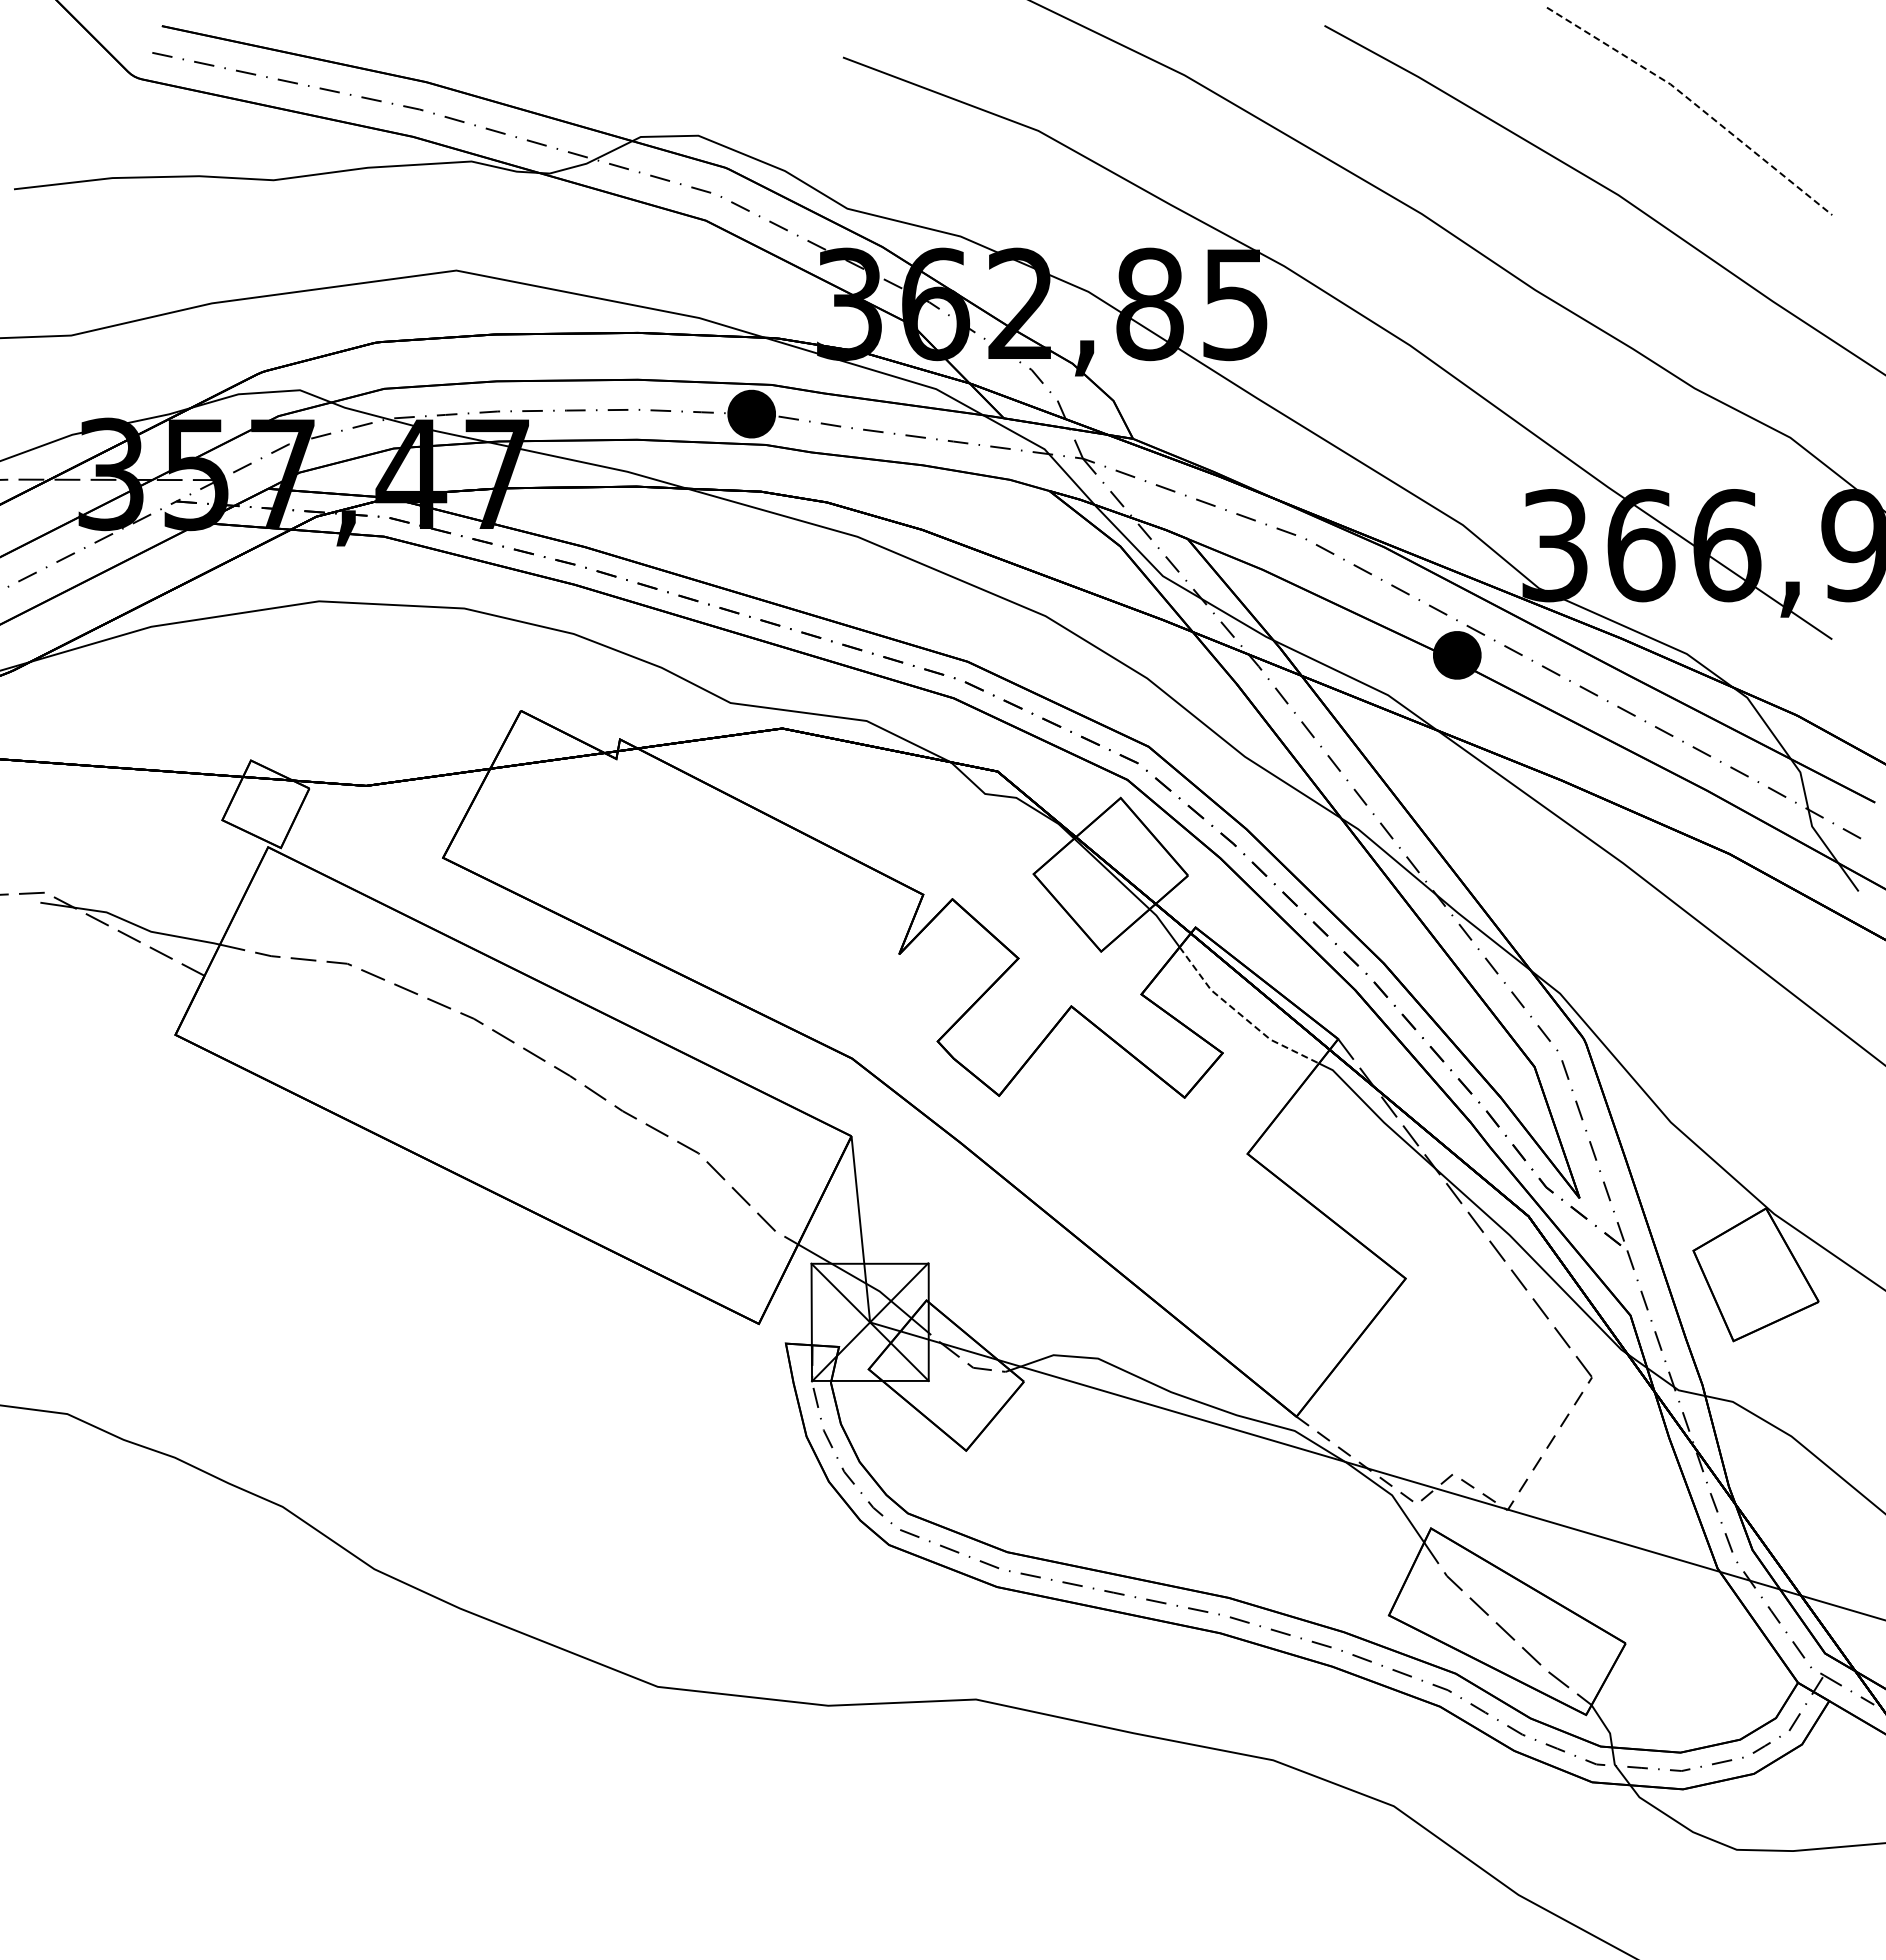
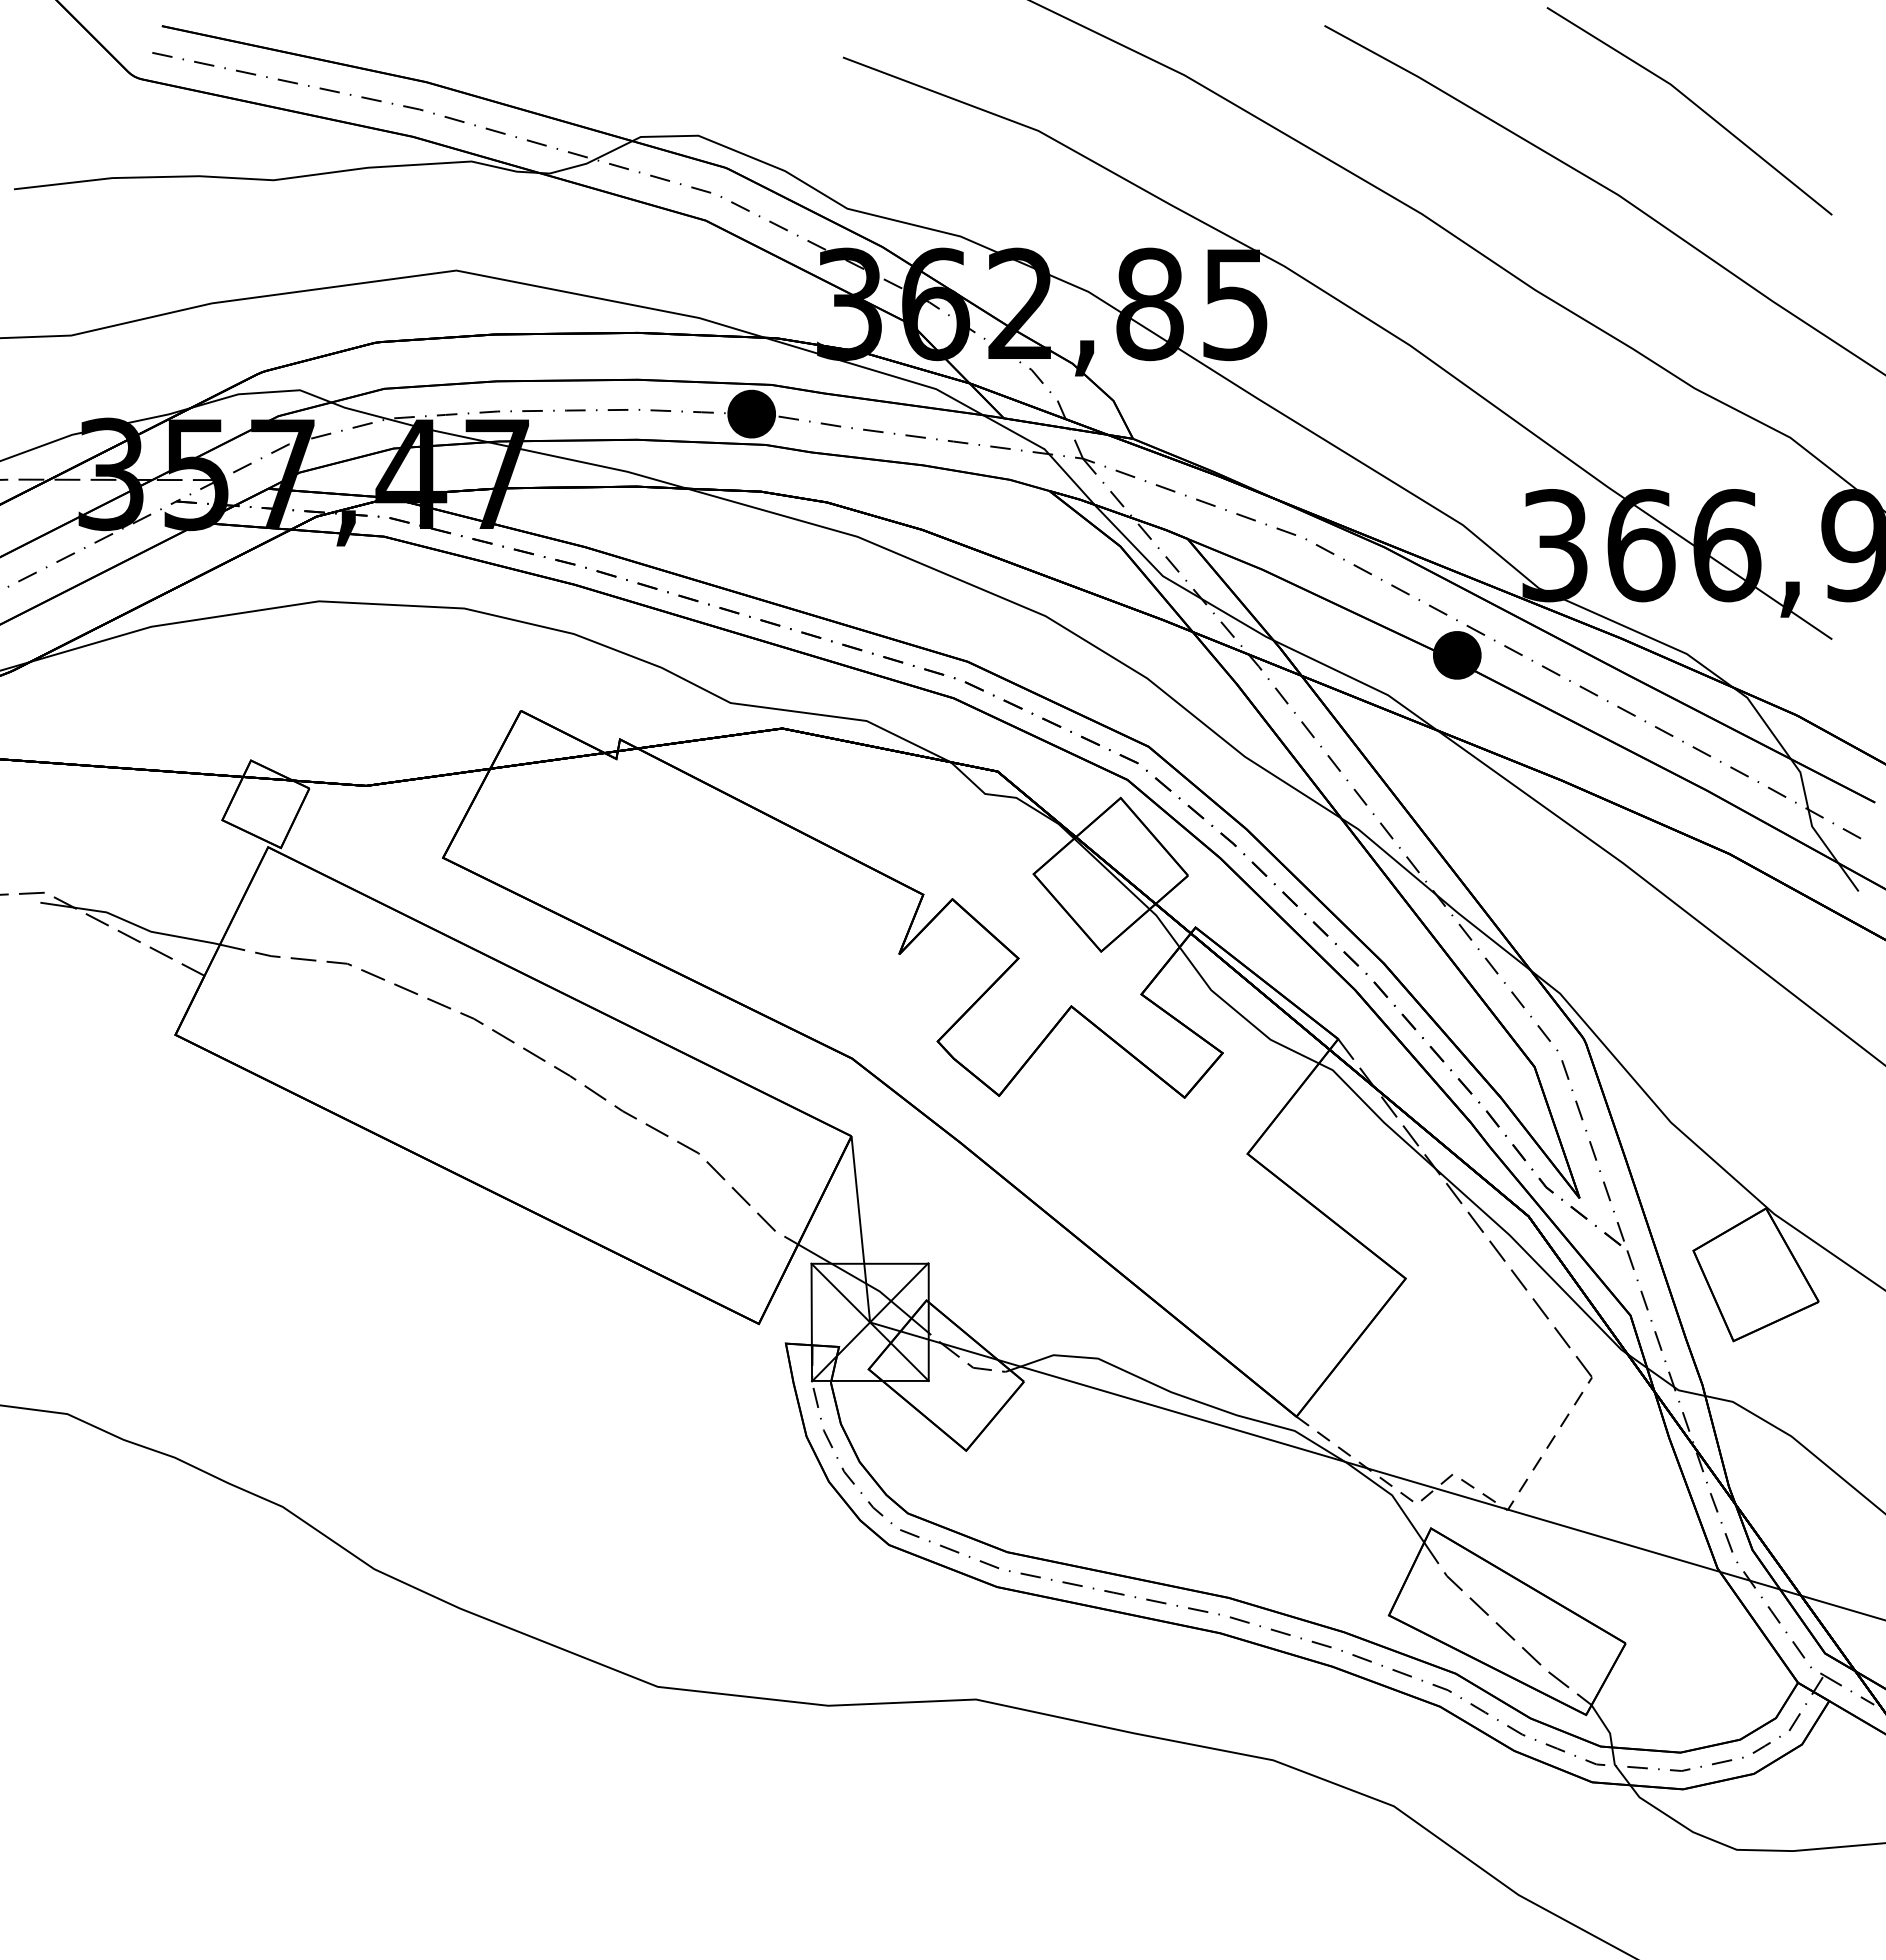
line at (1694, 103): dashed -> solid
line at (1240, 1014): dashed -> solid
